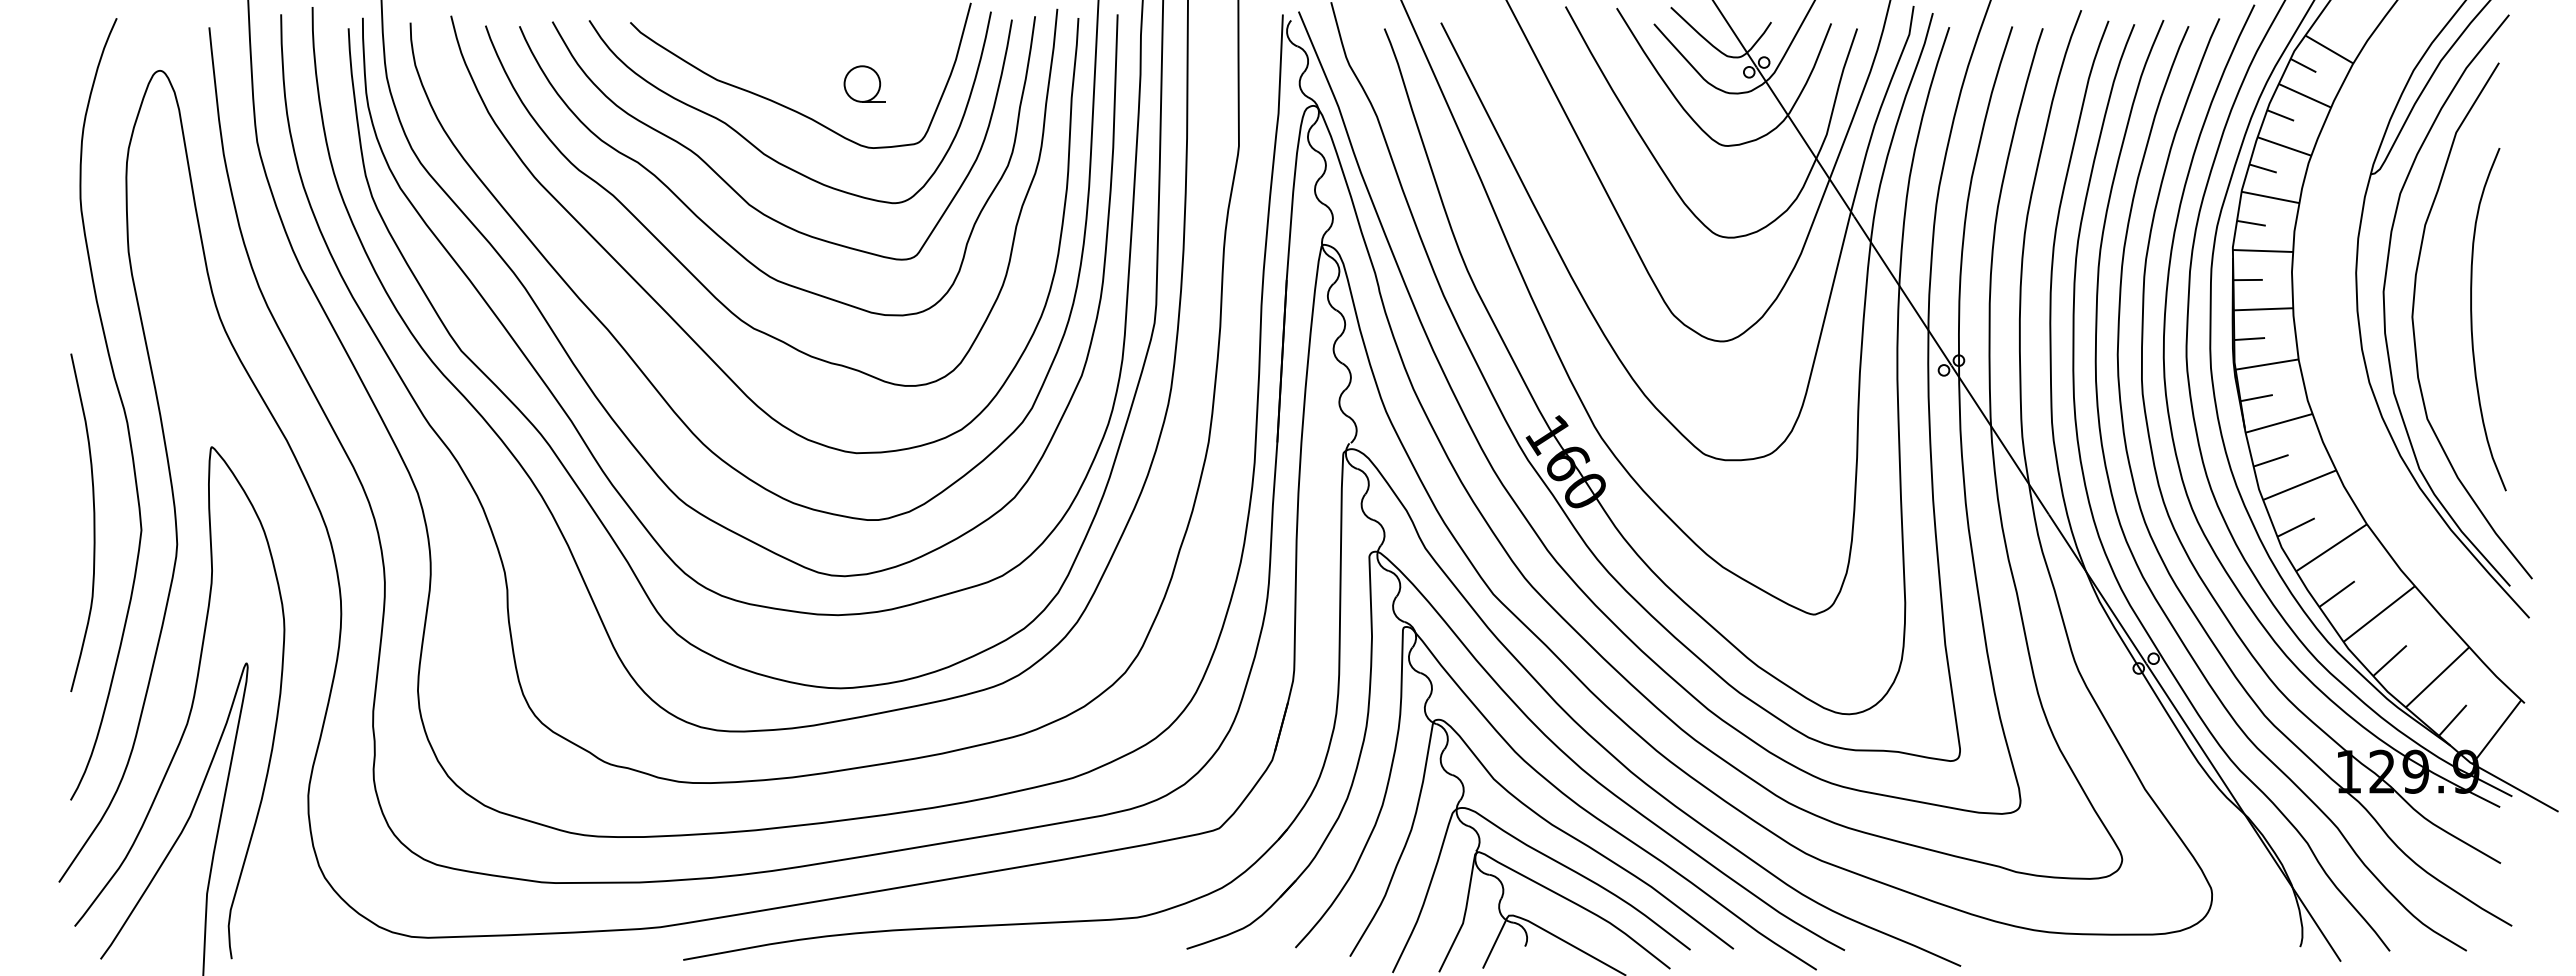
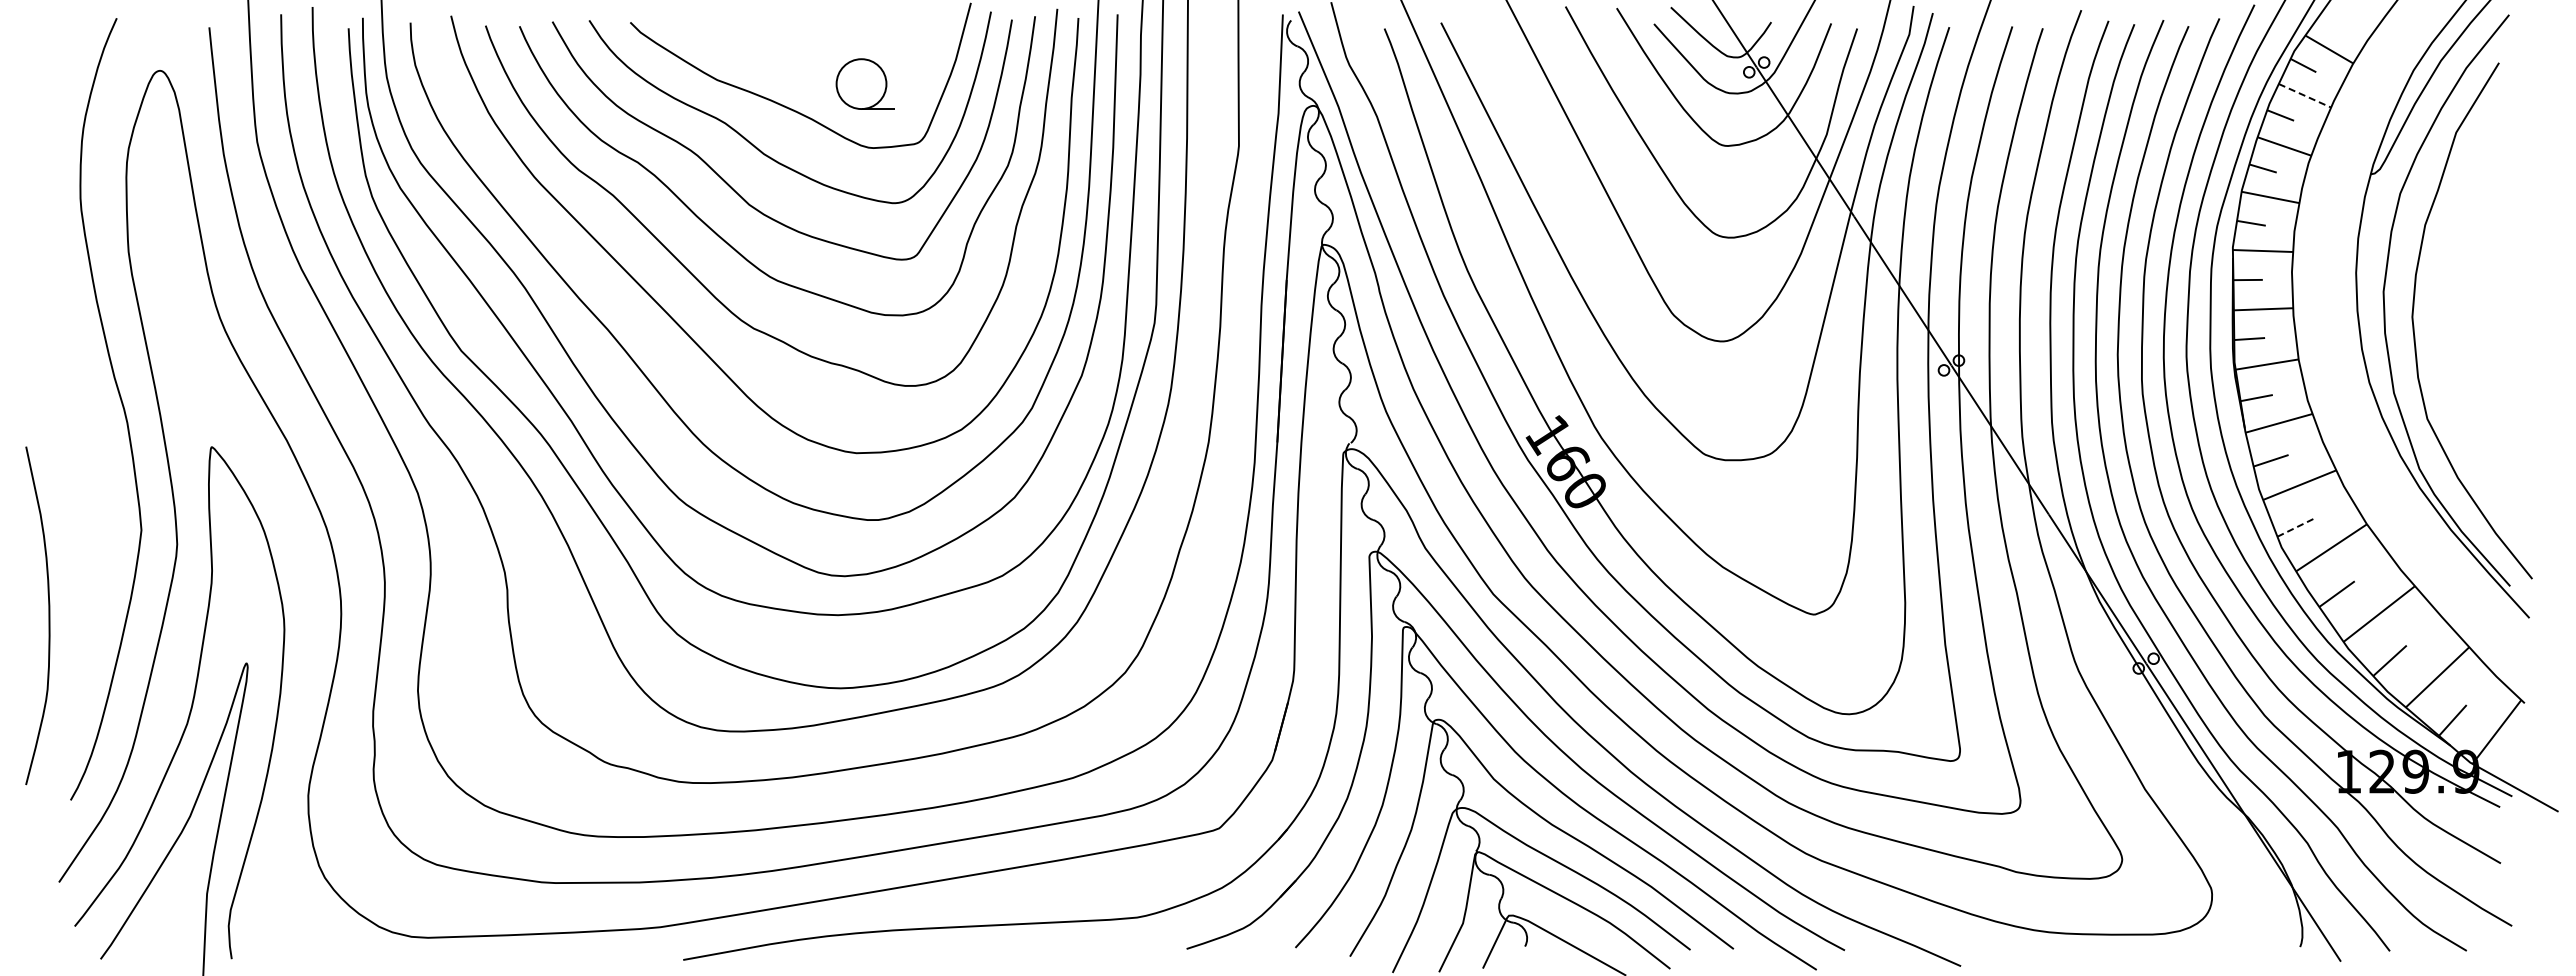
part at (864, 83) size: 43x38 px -> 60x52 px
line at (2304, 95): solid -> dashed
curve at (2472, 319): present -> none
curve at (93, 522) position: (93, 522) -> (48, 615)
line at (2296, 527): solid -> dashed
